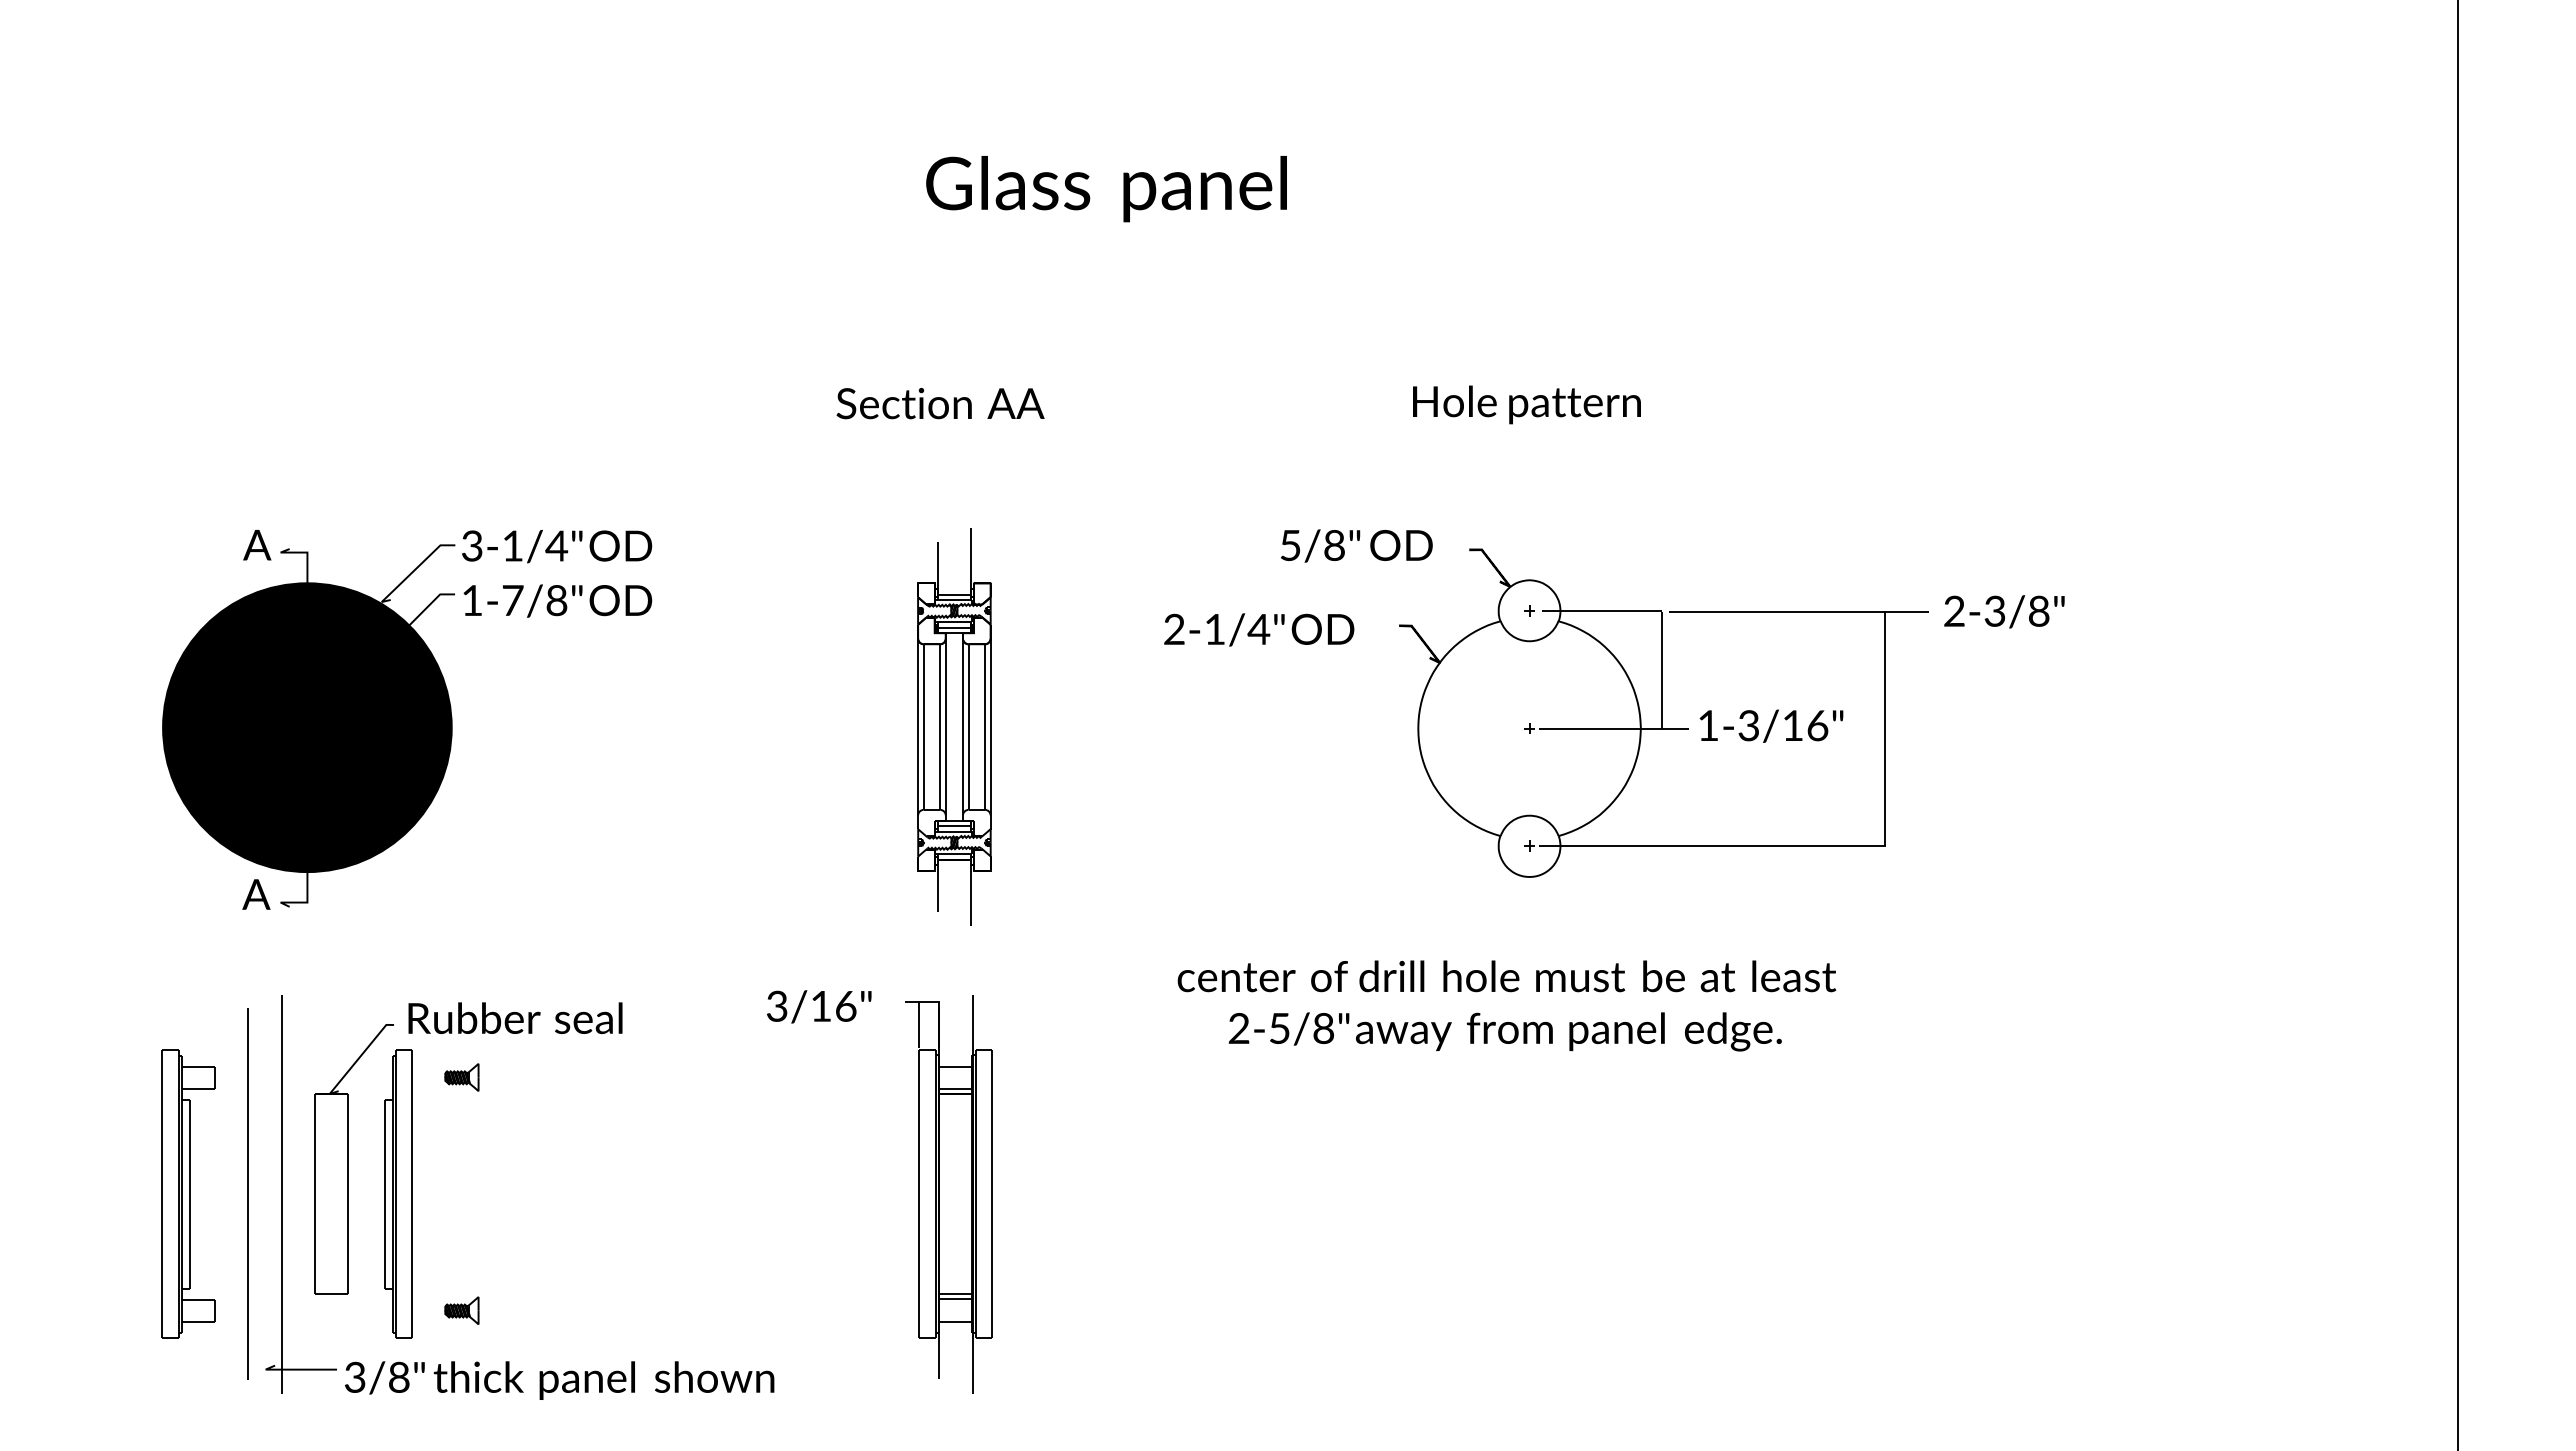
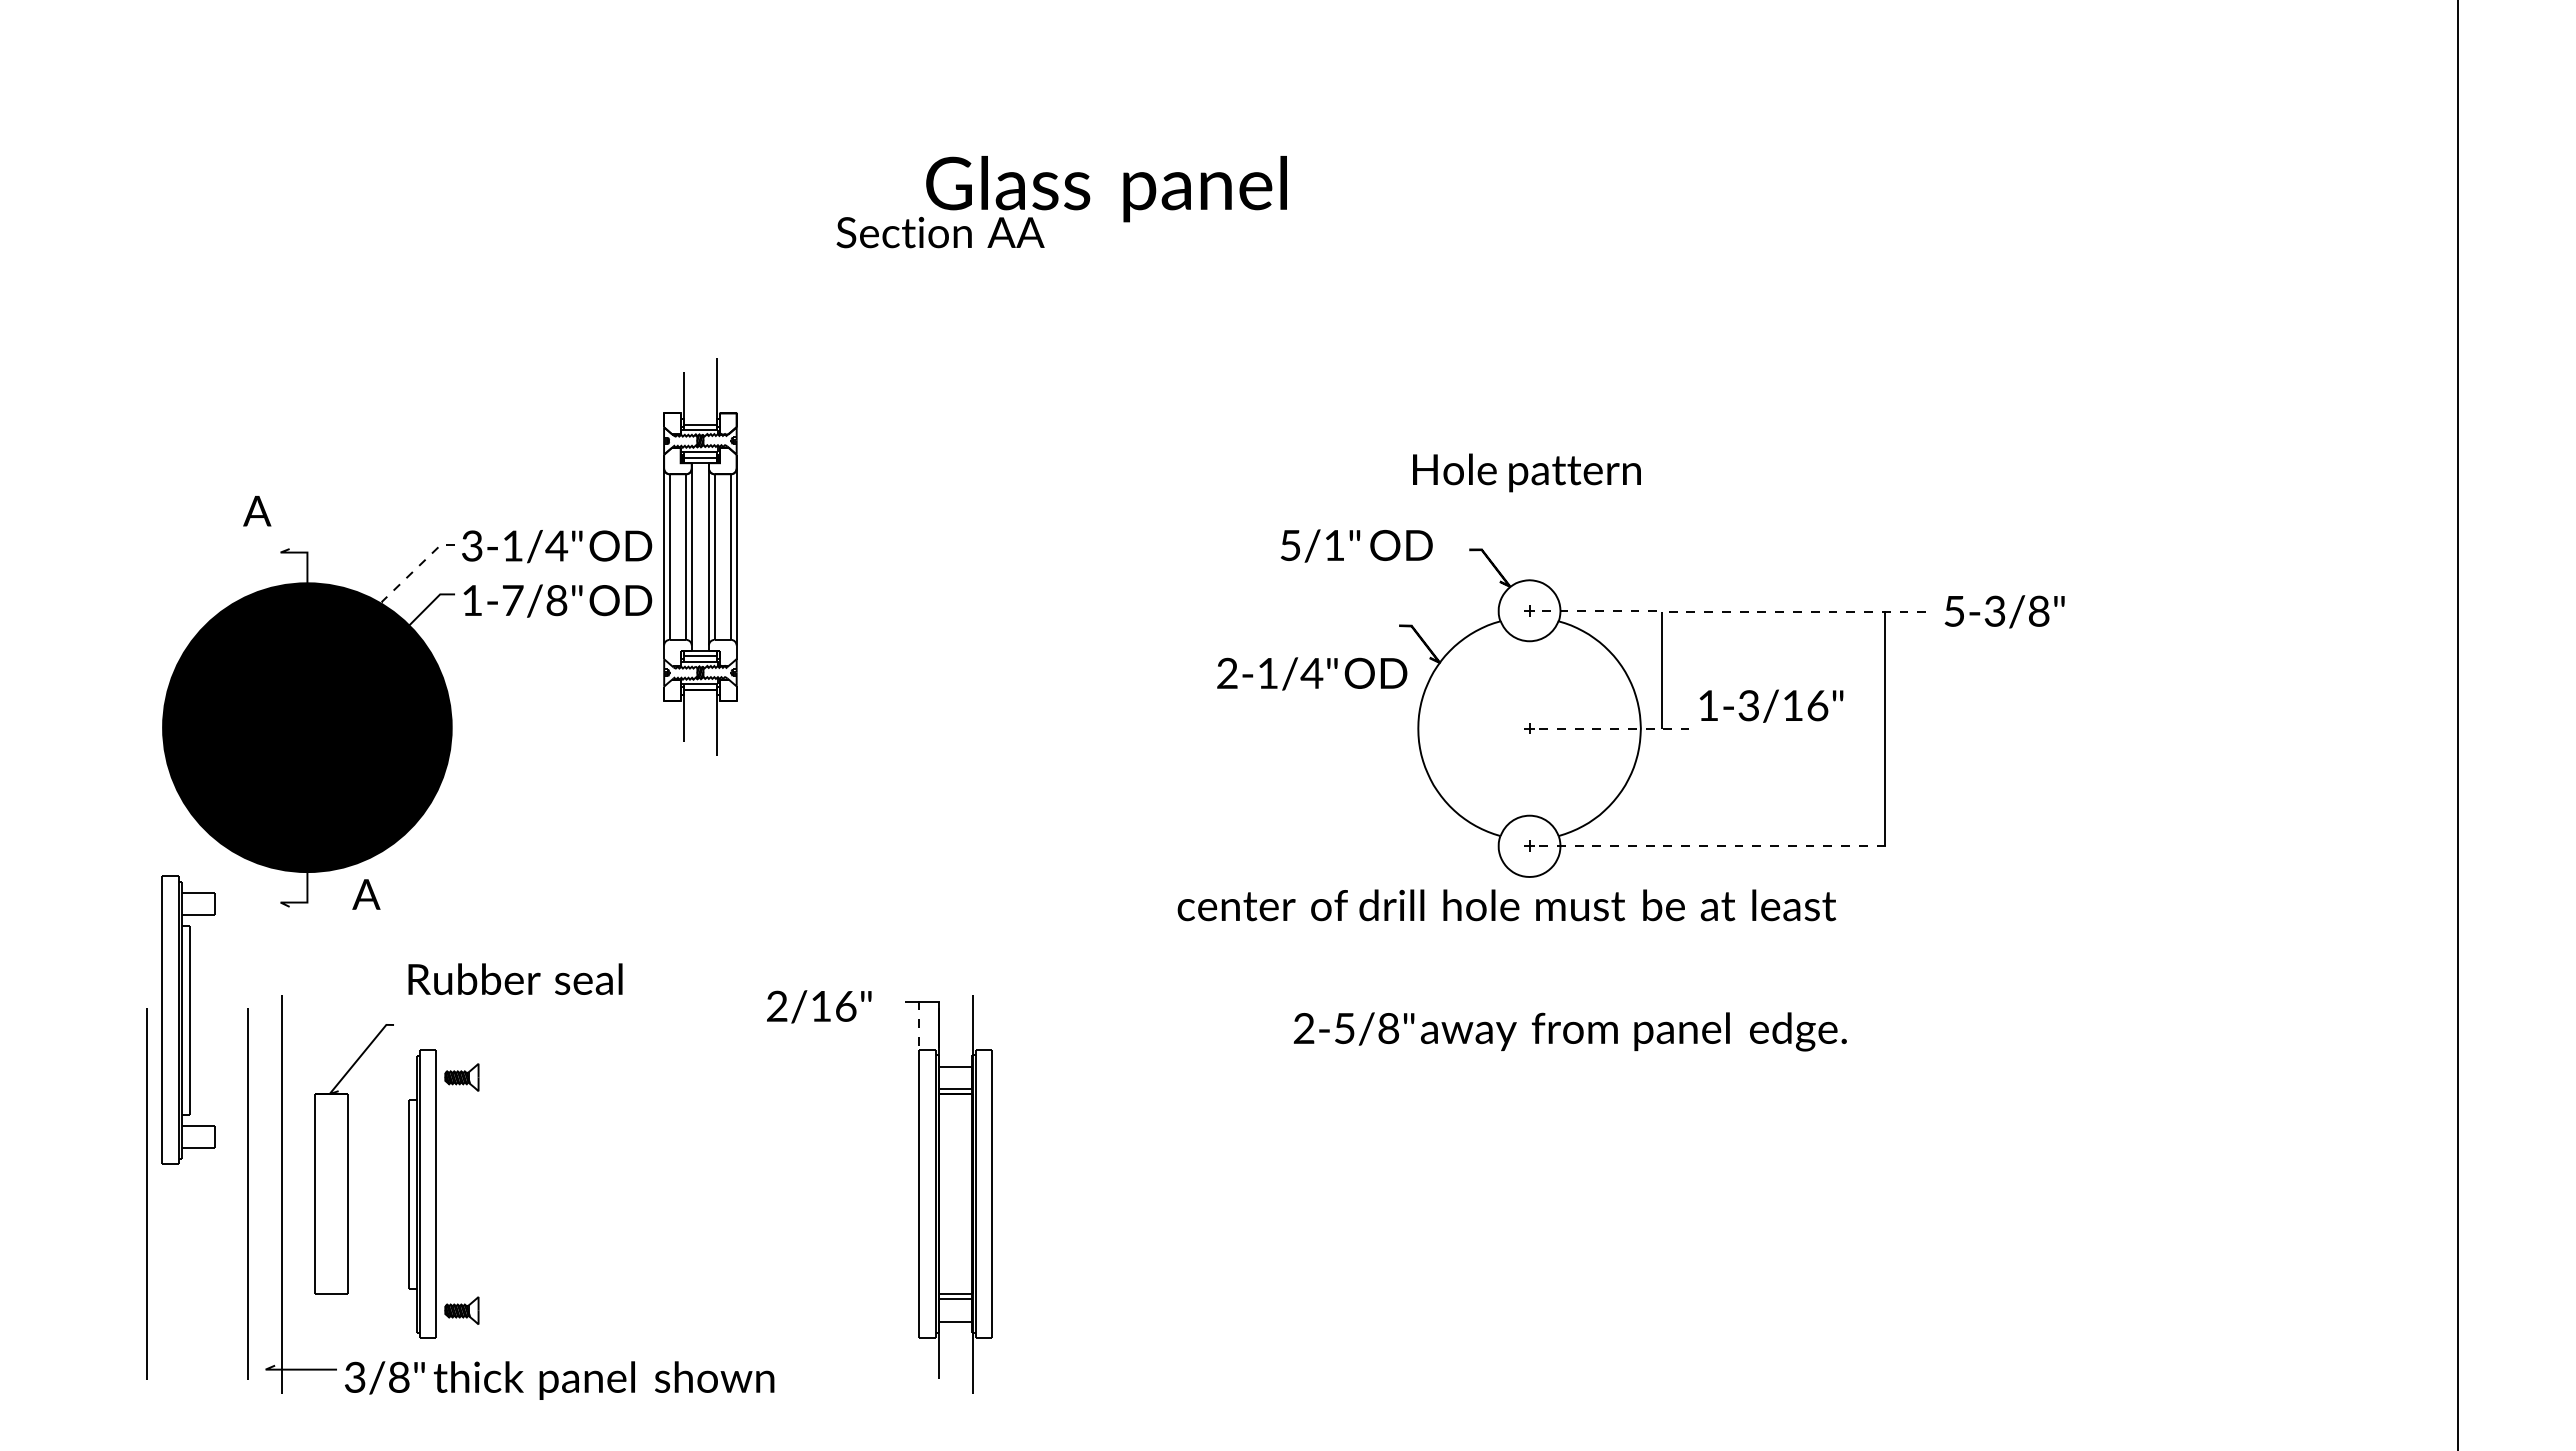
text at (940, 403) position: (940, 403) -> (940, 232)
text at (1526, 404) position: (1526, 404) -> (1526, 472)
text at (257, 545) position: (257, 545) -> (257, 511)
text at (1334, 545): 5/8" -> 5/1"
line at (412, 572): solid -> dashed
text at (1954, 610): 2-3/8" -> 5-3/8"
line at (1602, 611): solid -> dashed
line at (1798, 611): solid -> dashed
text at (1259, 629) position: (1259, 629) -> (1312, 673)
text at (1771, 725) position: (1771, 725) -> (1771, 705)
part at (954, 726) position: (954, 726) -> (700, 556)
line at (1614, 728): solid -> dashed
line at (1712, 846): solid -> dashed
text at (256, 894) position: (256, 894) -> (366, 894)
text at (1506, 976) position: (1506, 976) -> (1506, 905)
text at (777, 1006): 3/16" -> 2/16"
text at (515, 1017) position: (515, 1017) -> (515, 978)
line at (919, 1025): solid -> dashed
text at (1504, 1031) position: (1504, 1031) -> (1569, 1031)
line at (146, 1193): none -> present
part at (188, 1193) position: (188, 1193) -> (188, 1019)
part at (398, 1193) position: (398, 1193) -> (422, 1193)
